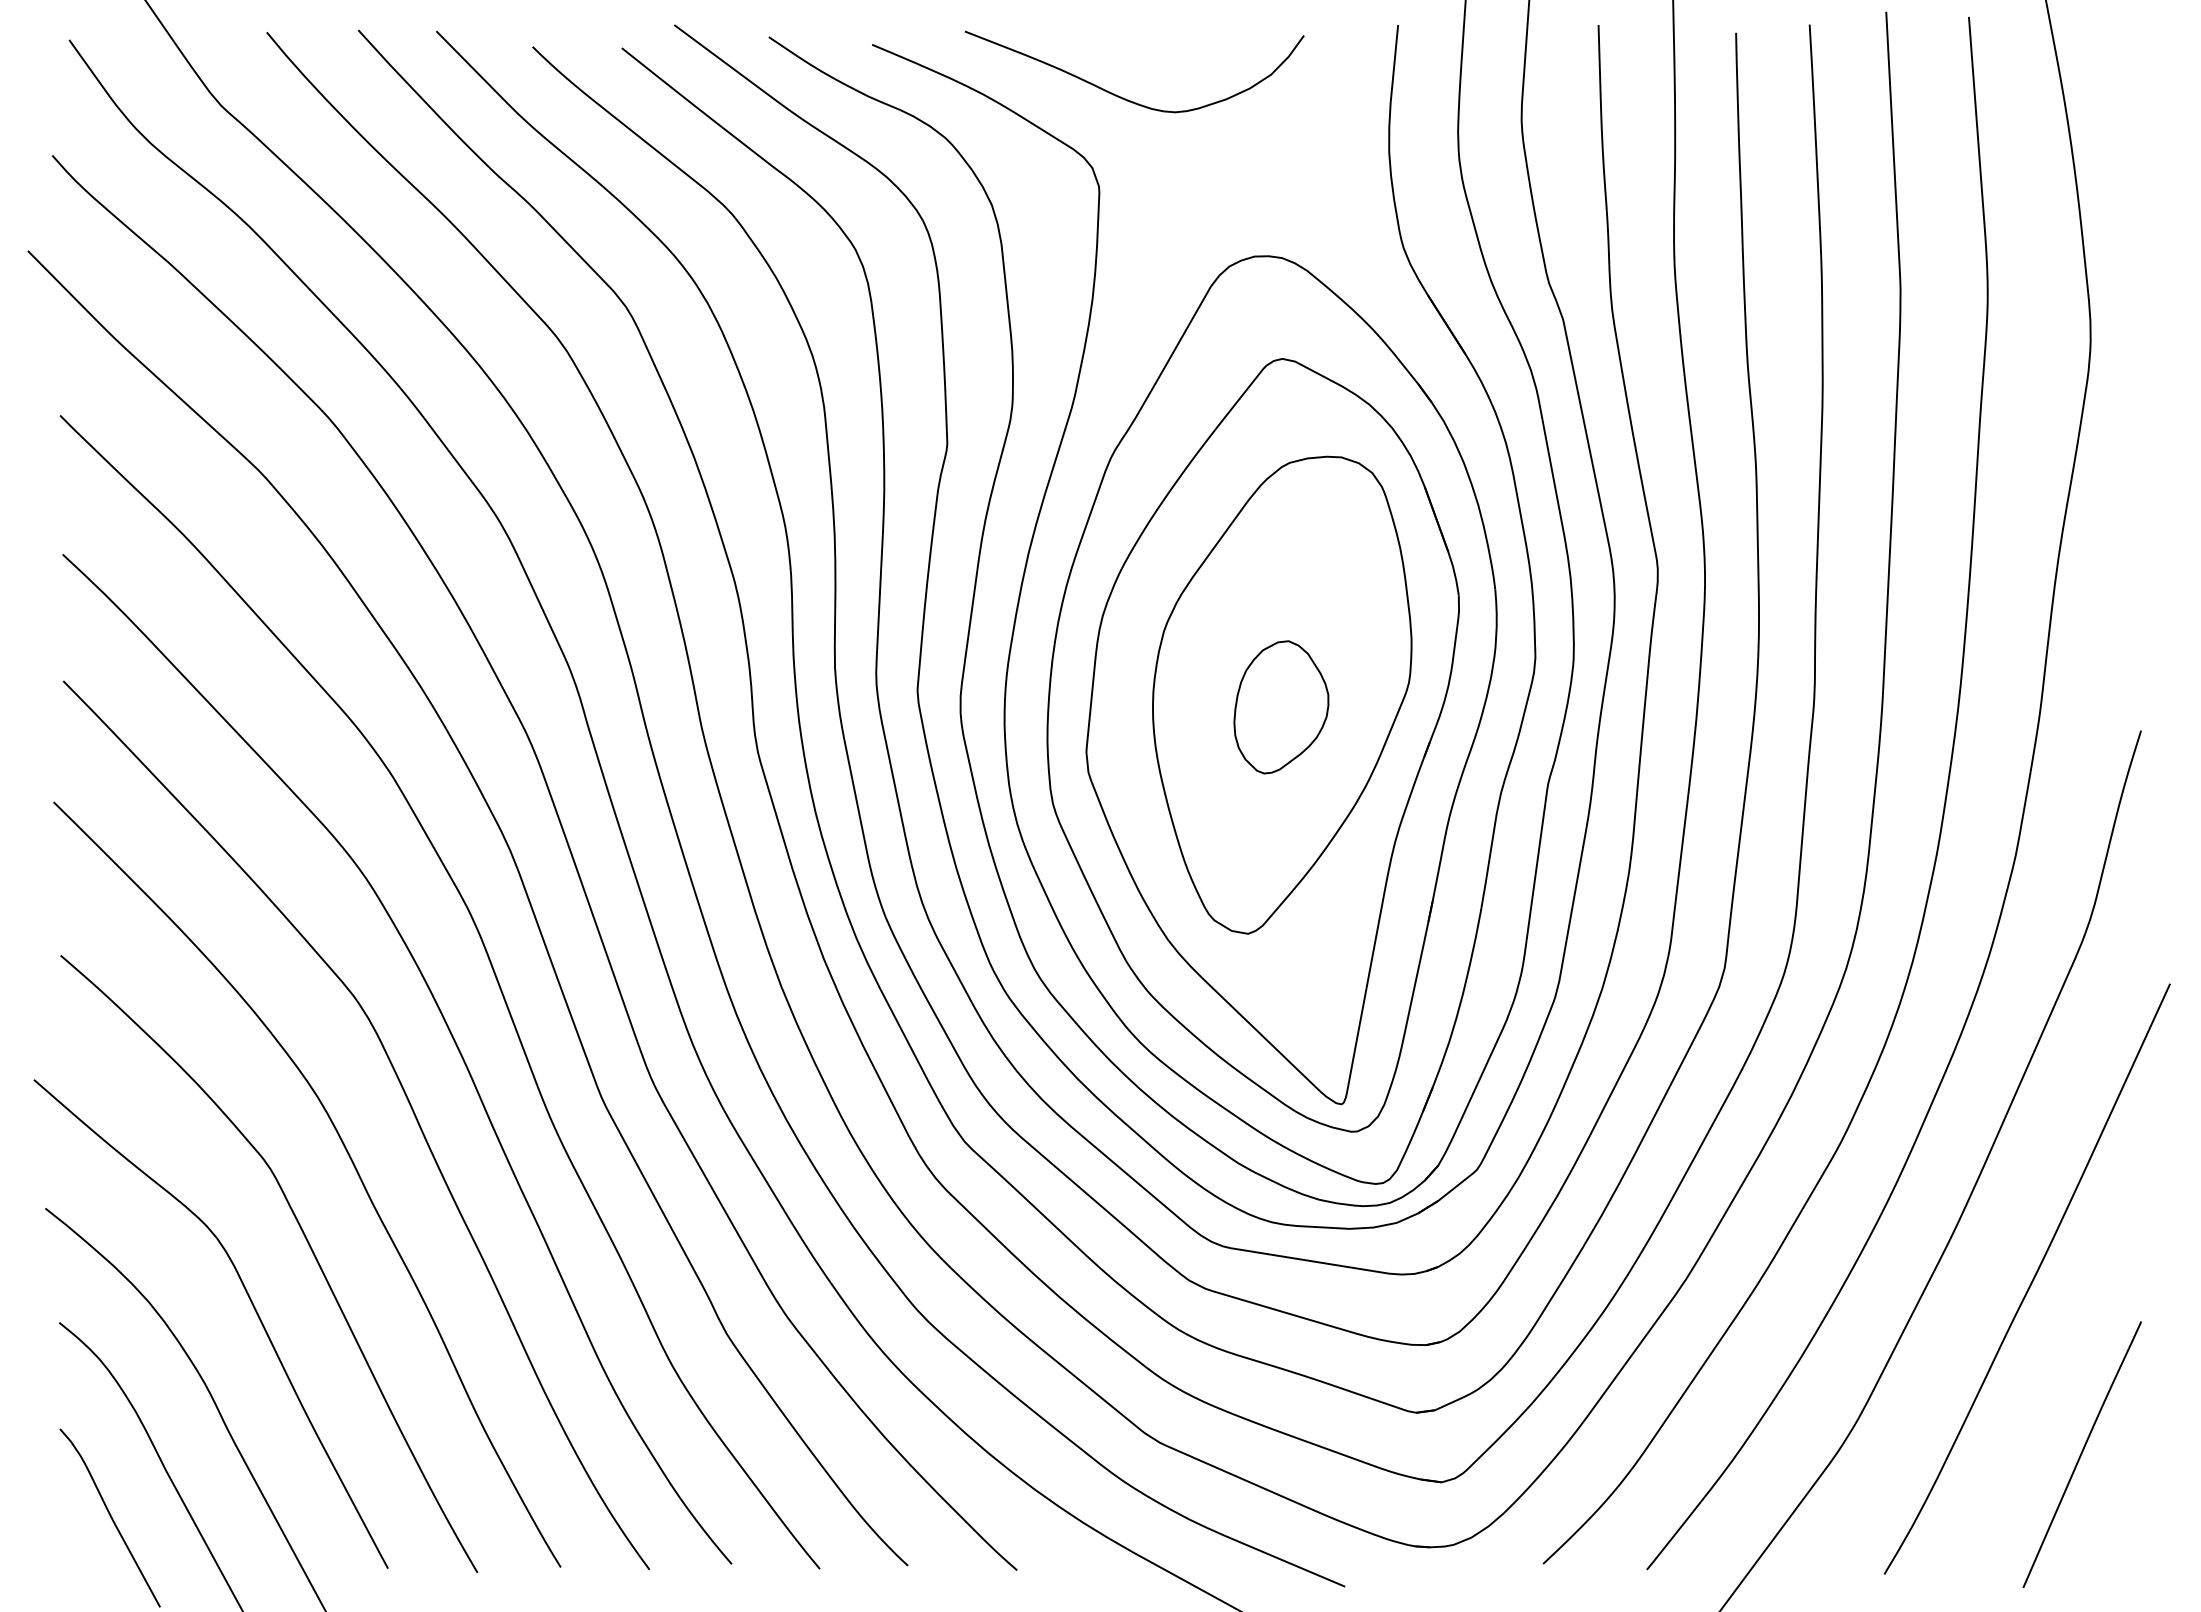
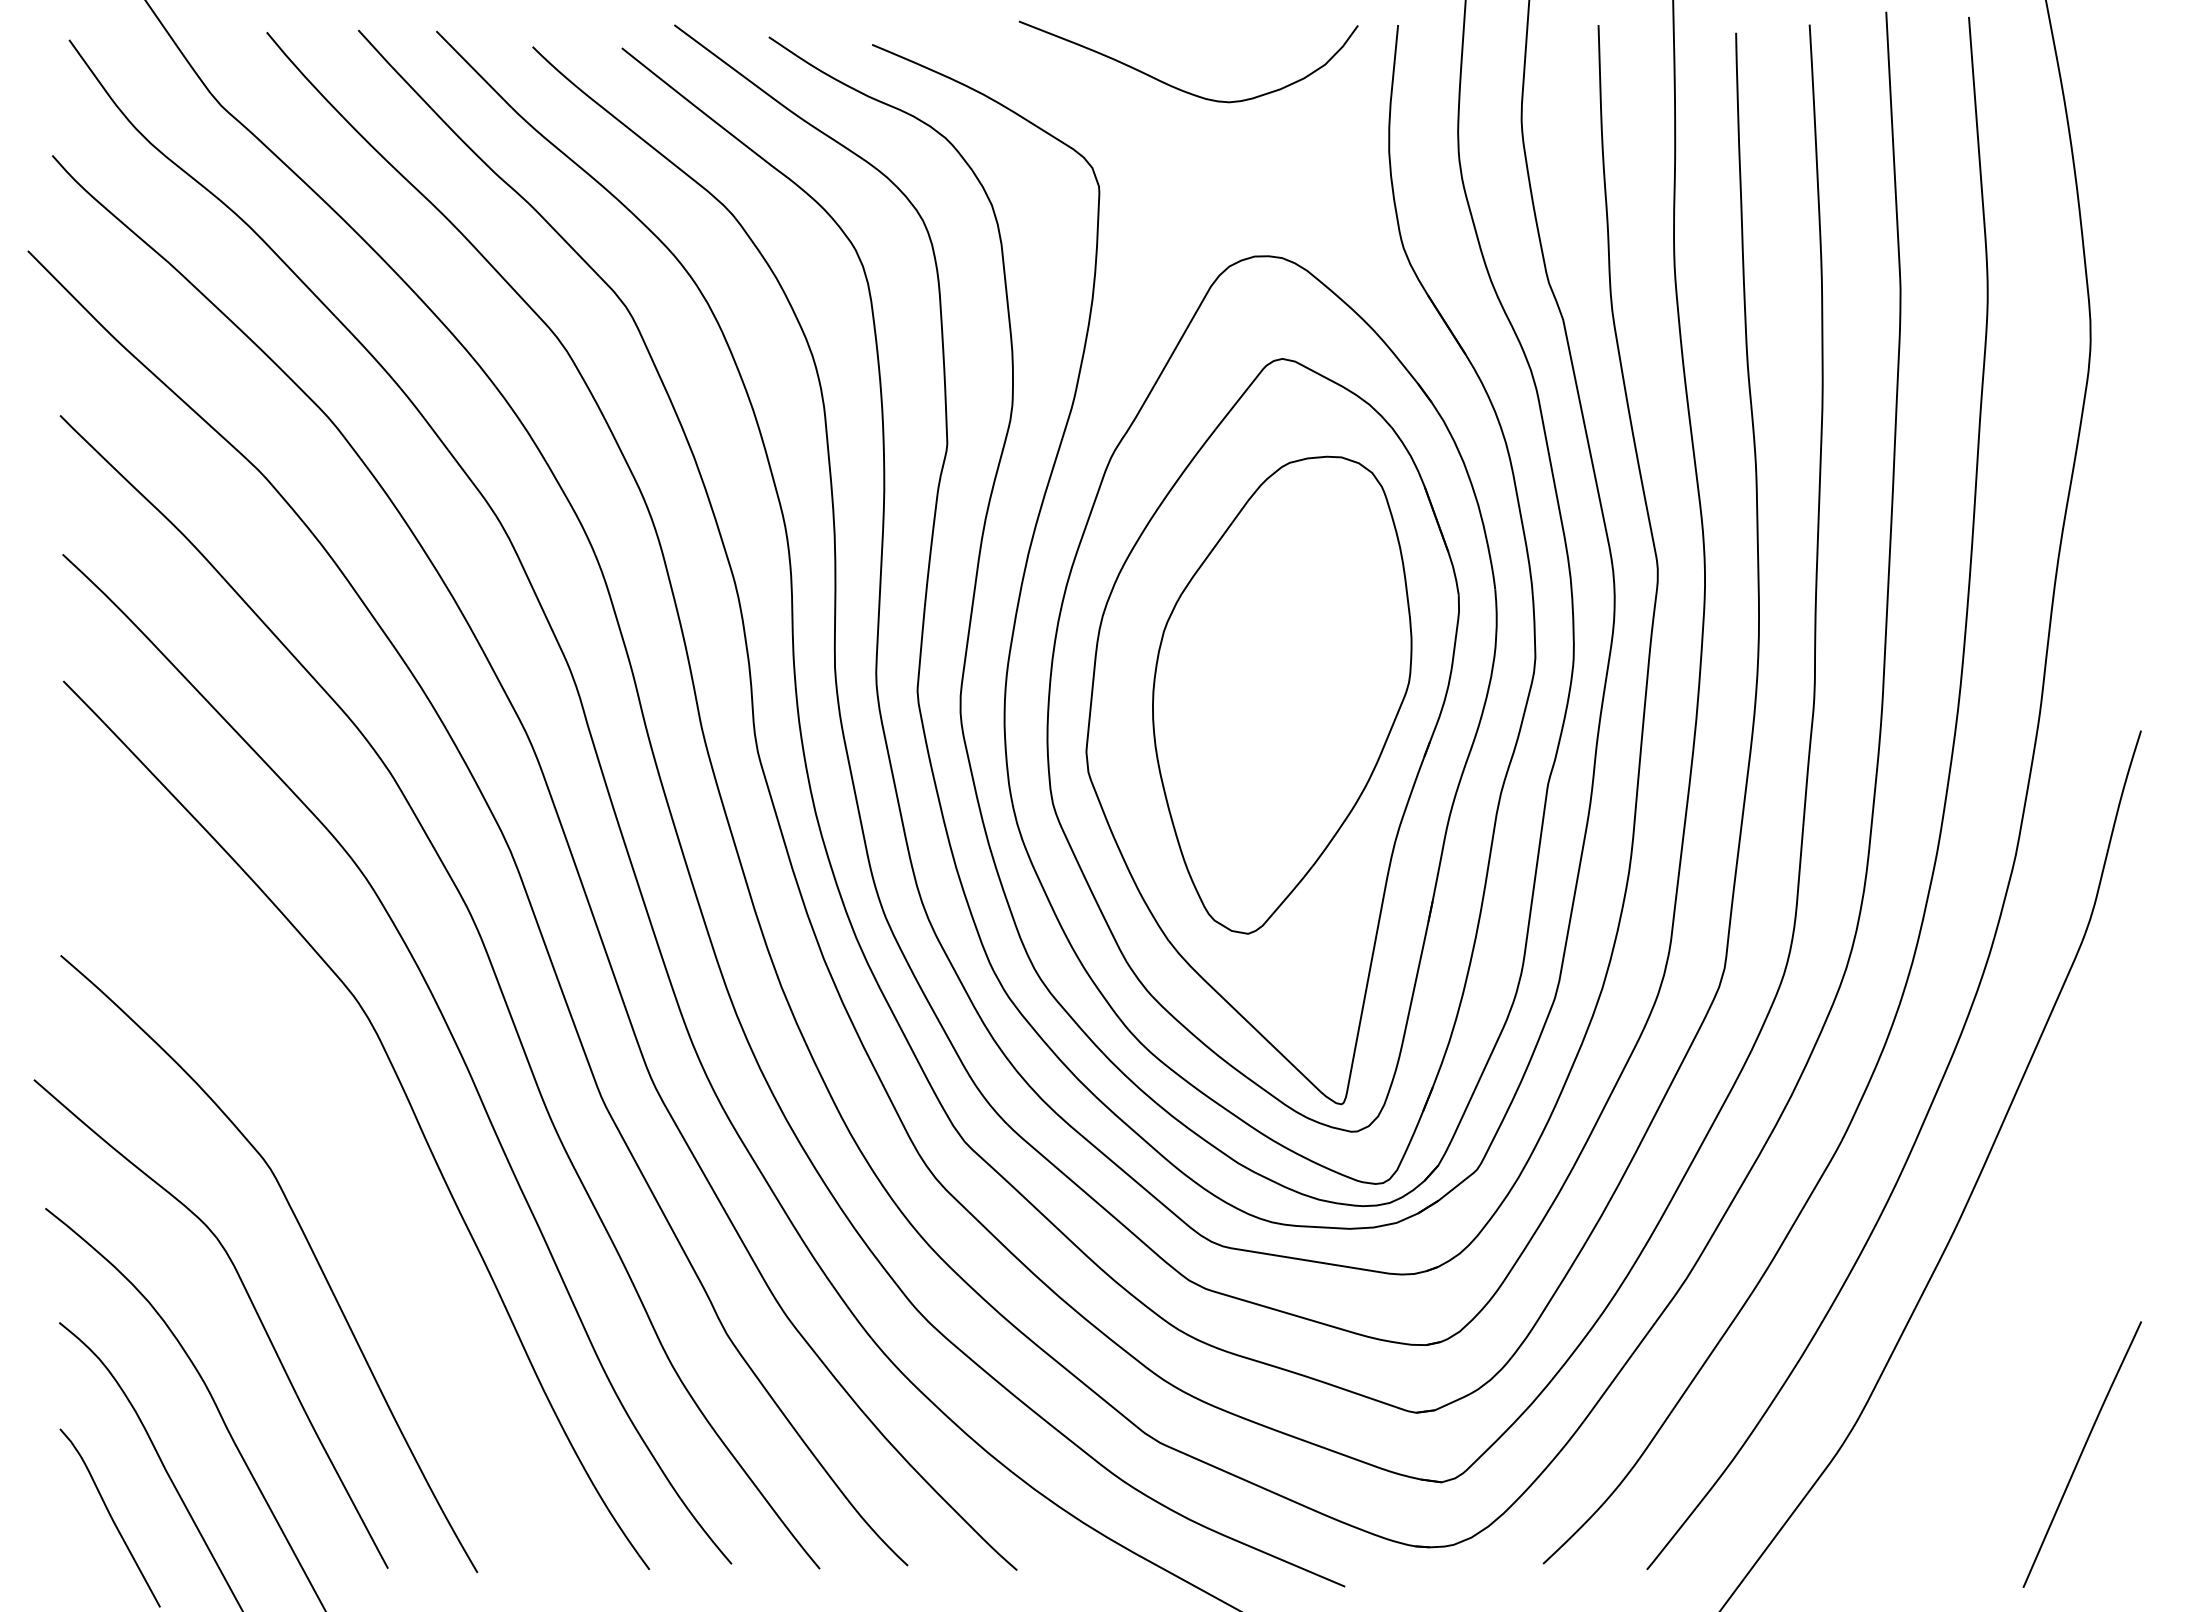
curve at (1121, 96) position: (1121, 96) -> (1175, 86)
part at (1281, 707): present -> none
curve at (351, 1162): present -> none
curve at (2031, 1280): present -> none
